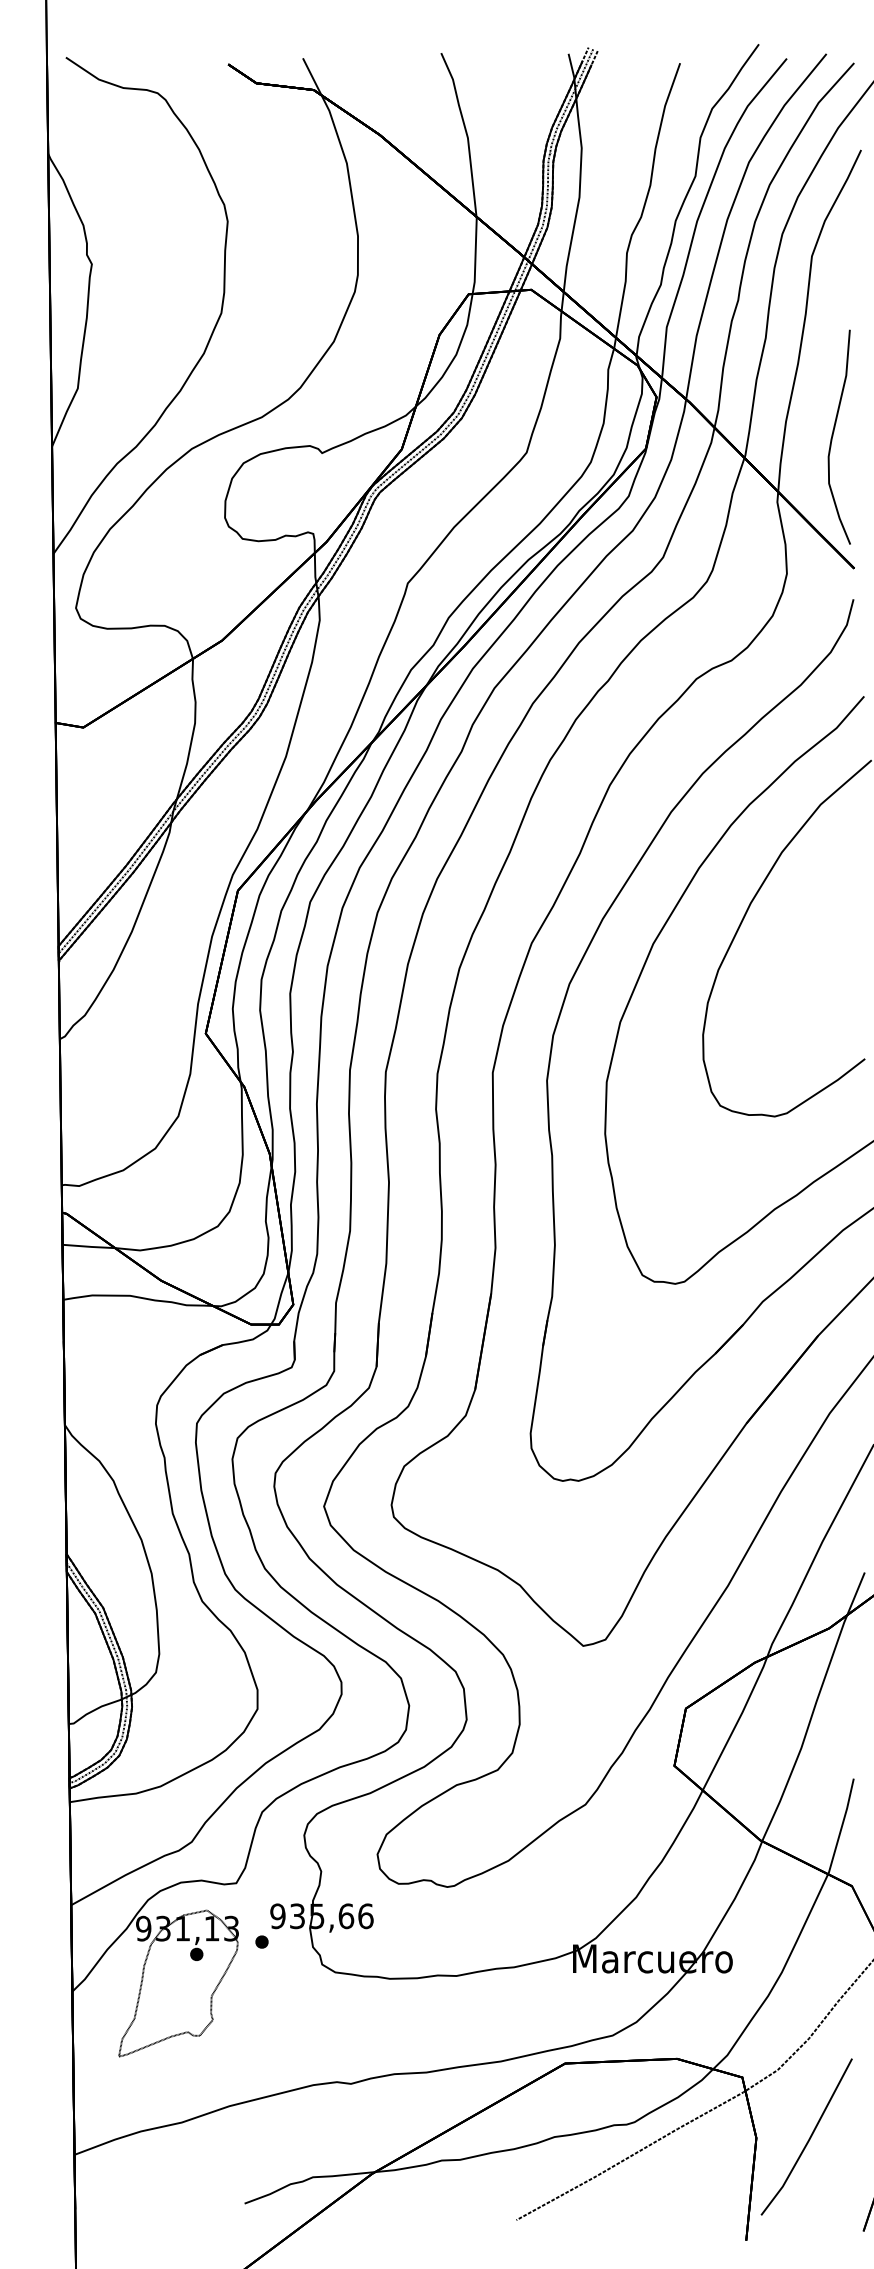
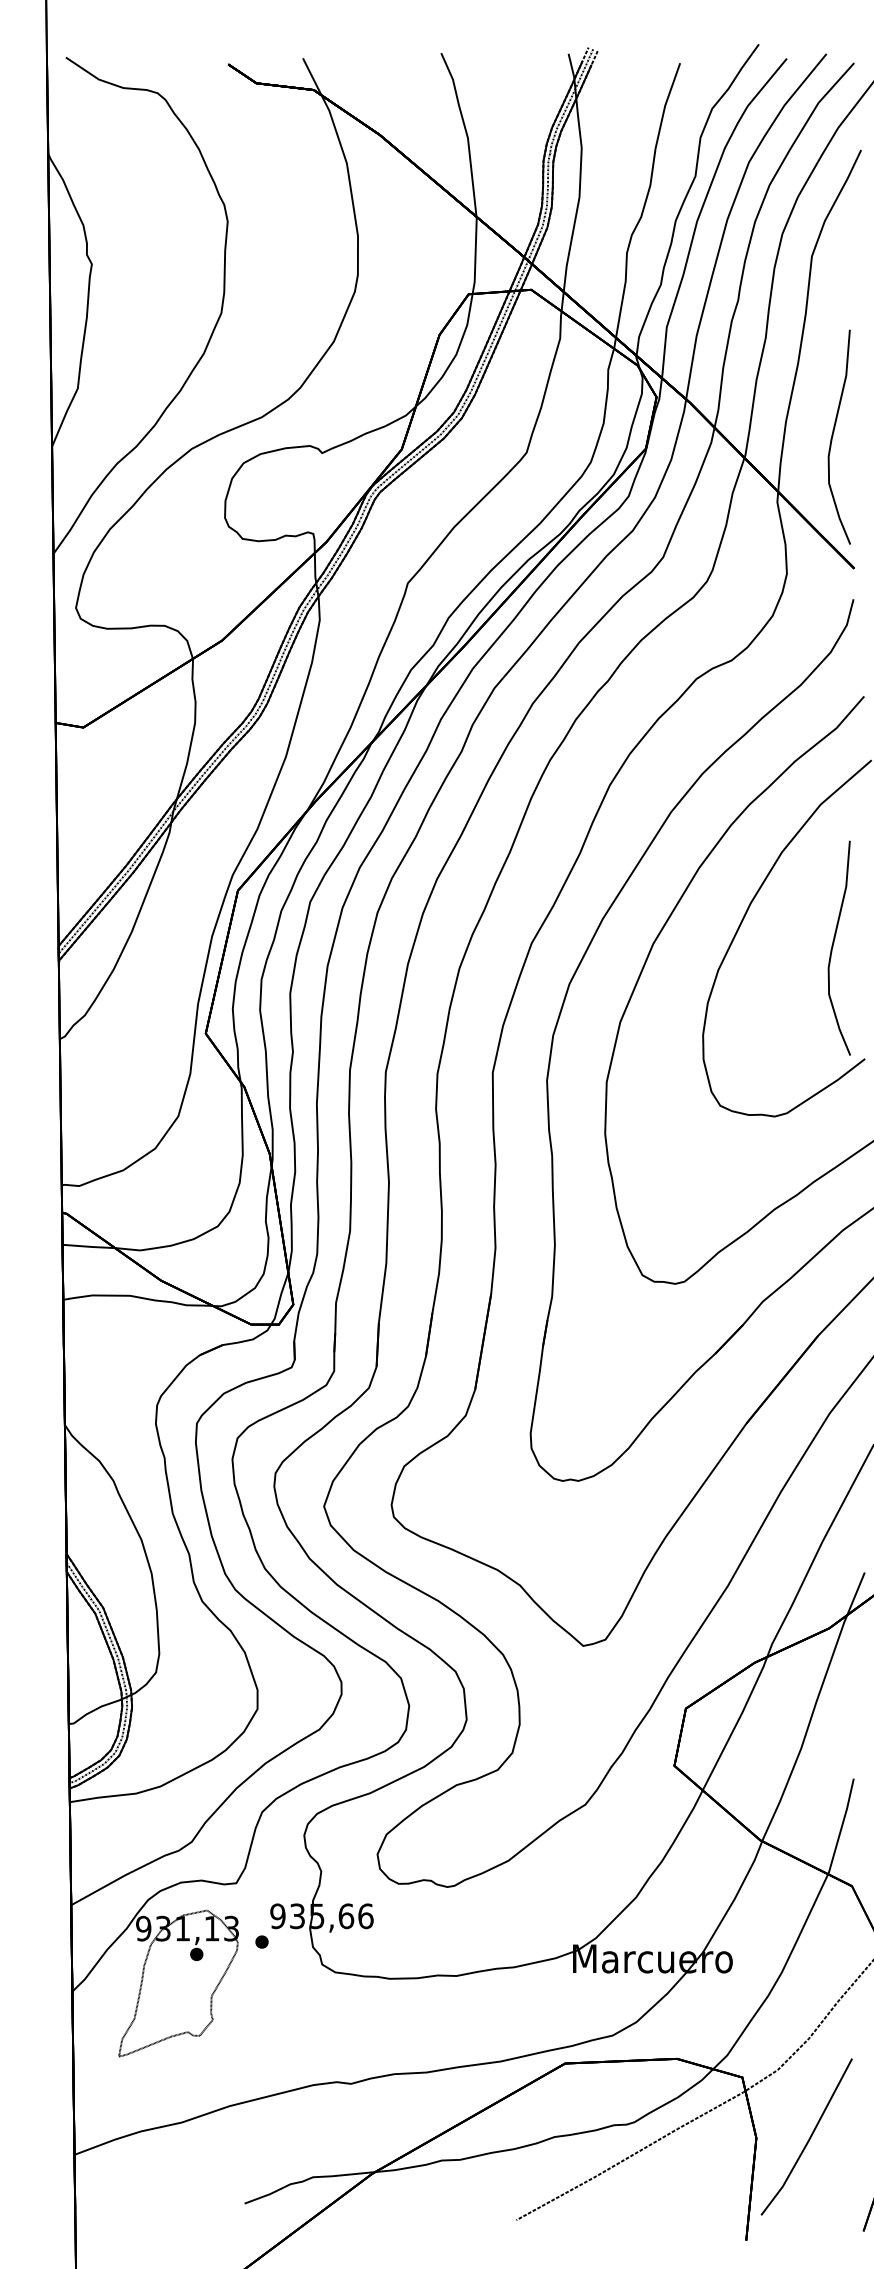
curve at (833, 947): none -> present
